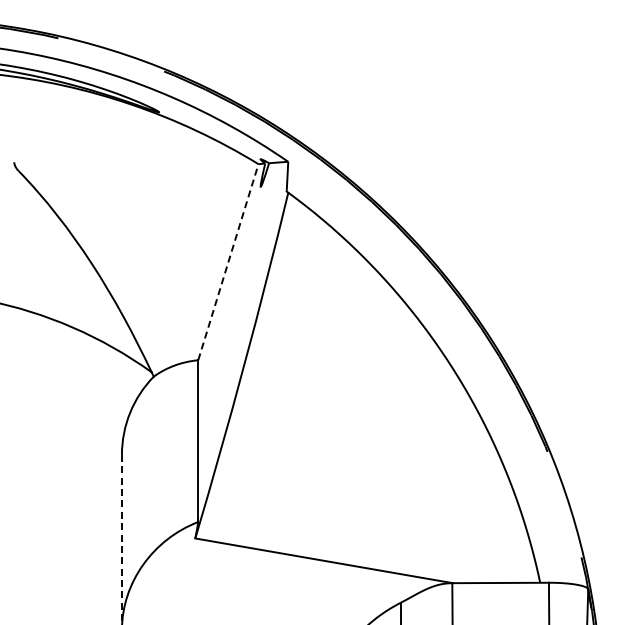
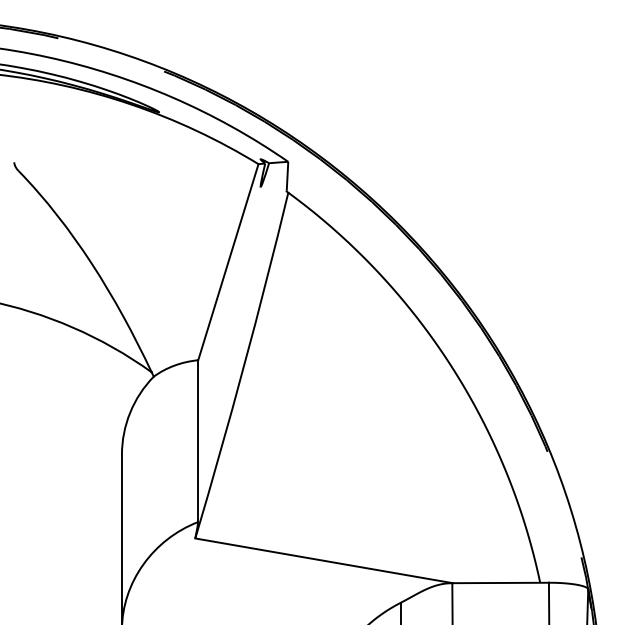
line at (228, 262): dashed -> solid
line at (121, 539): dashed -> solid
